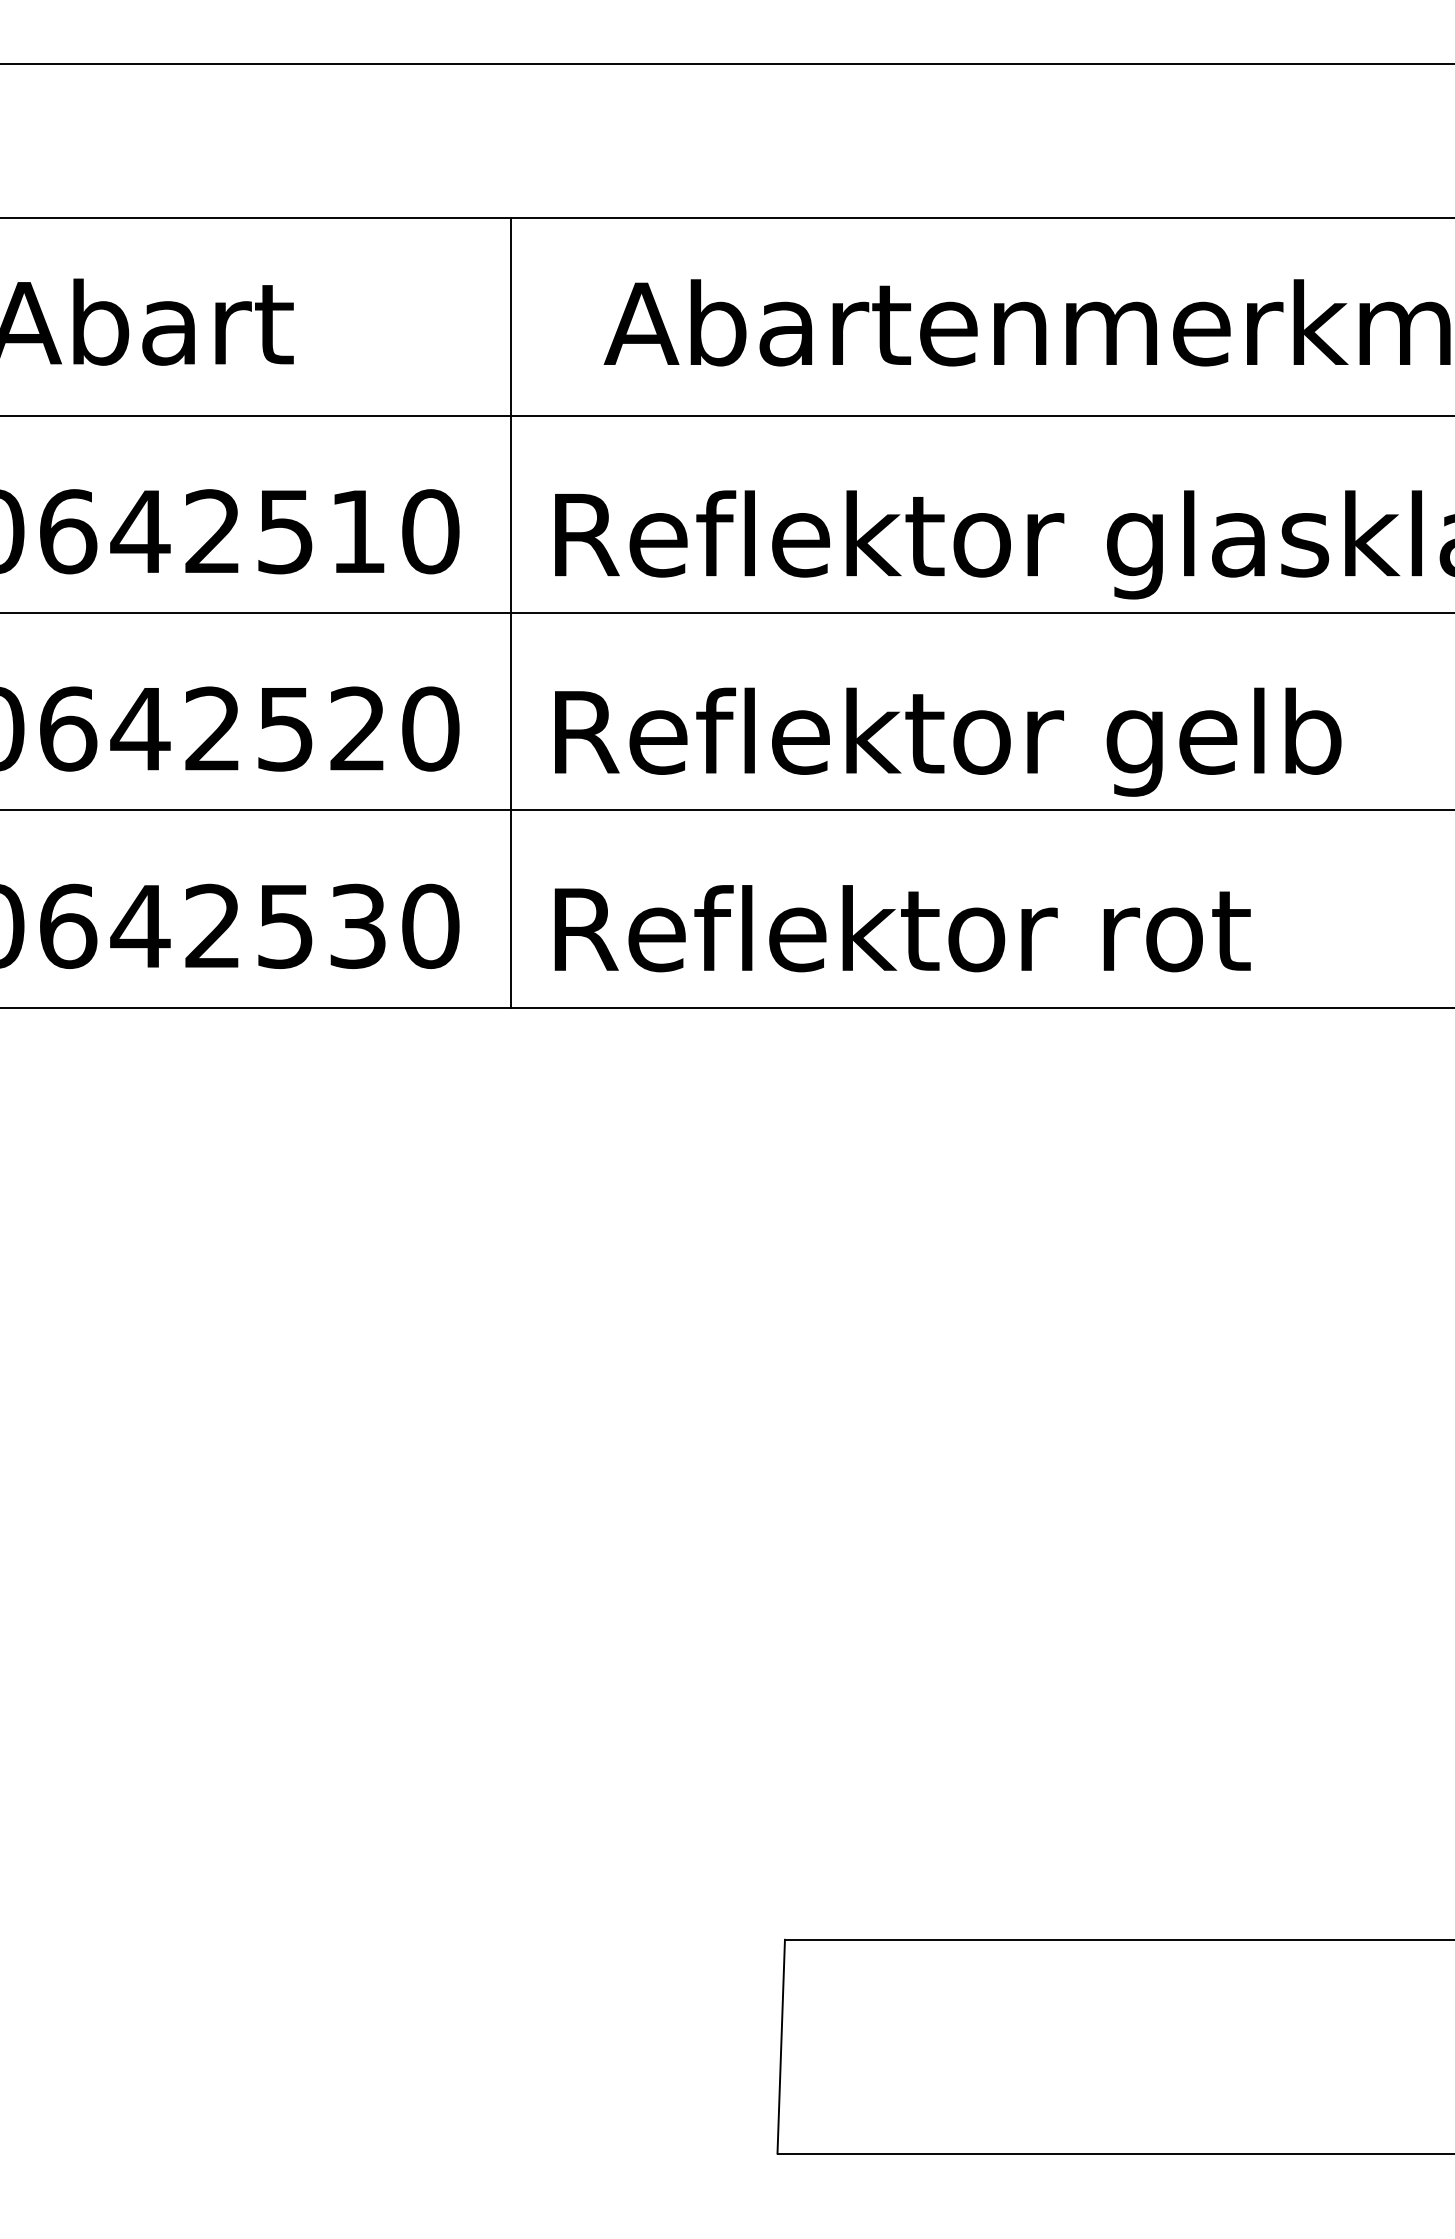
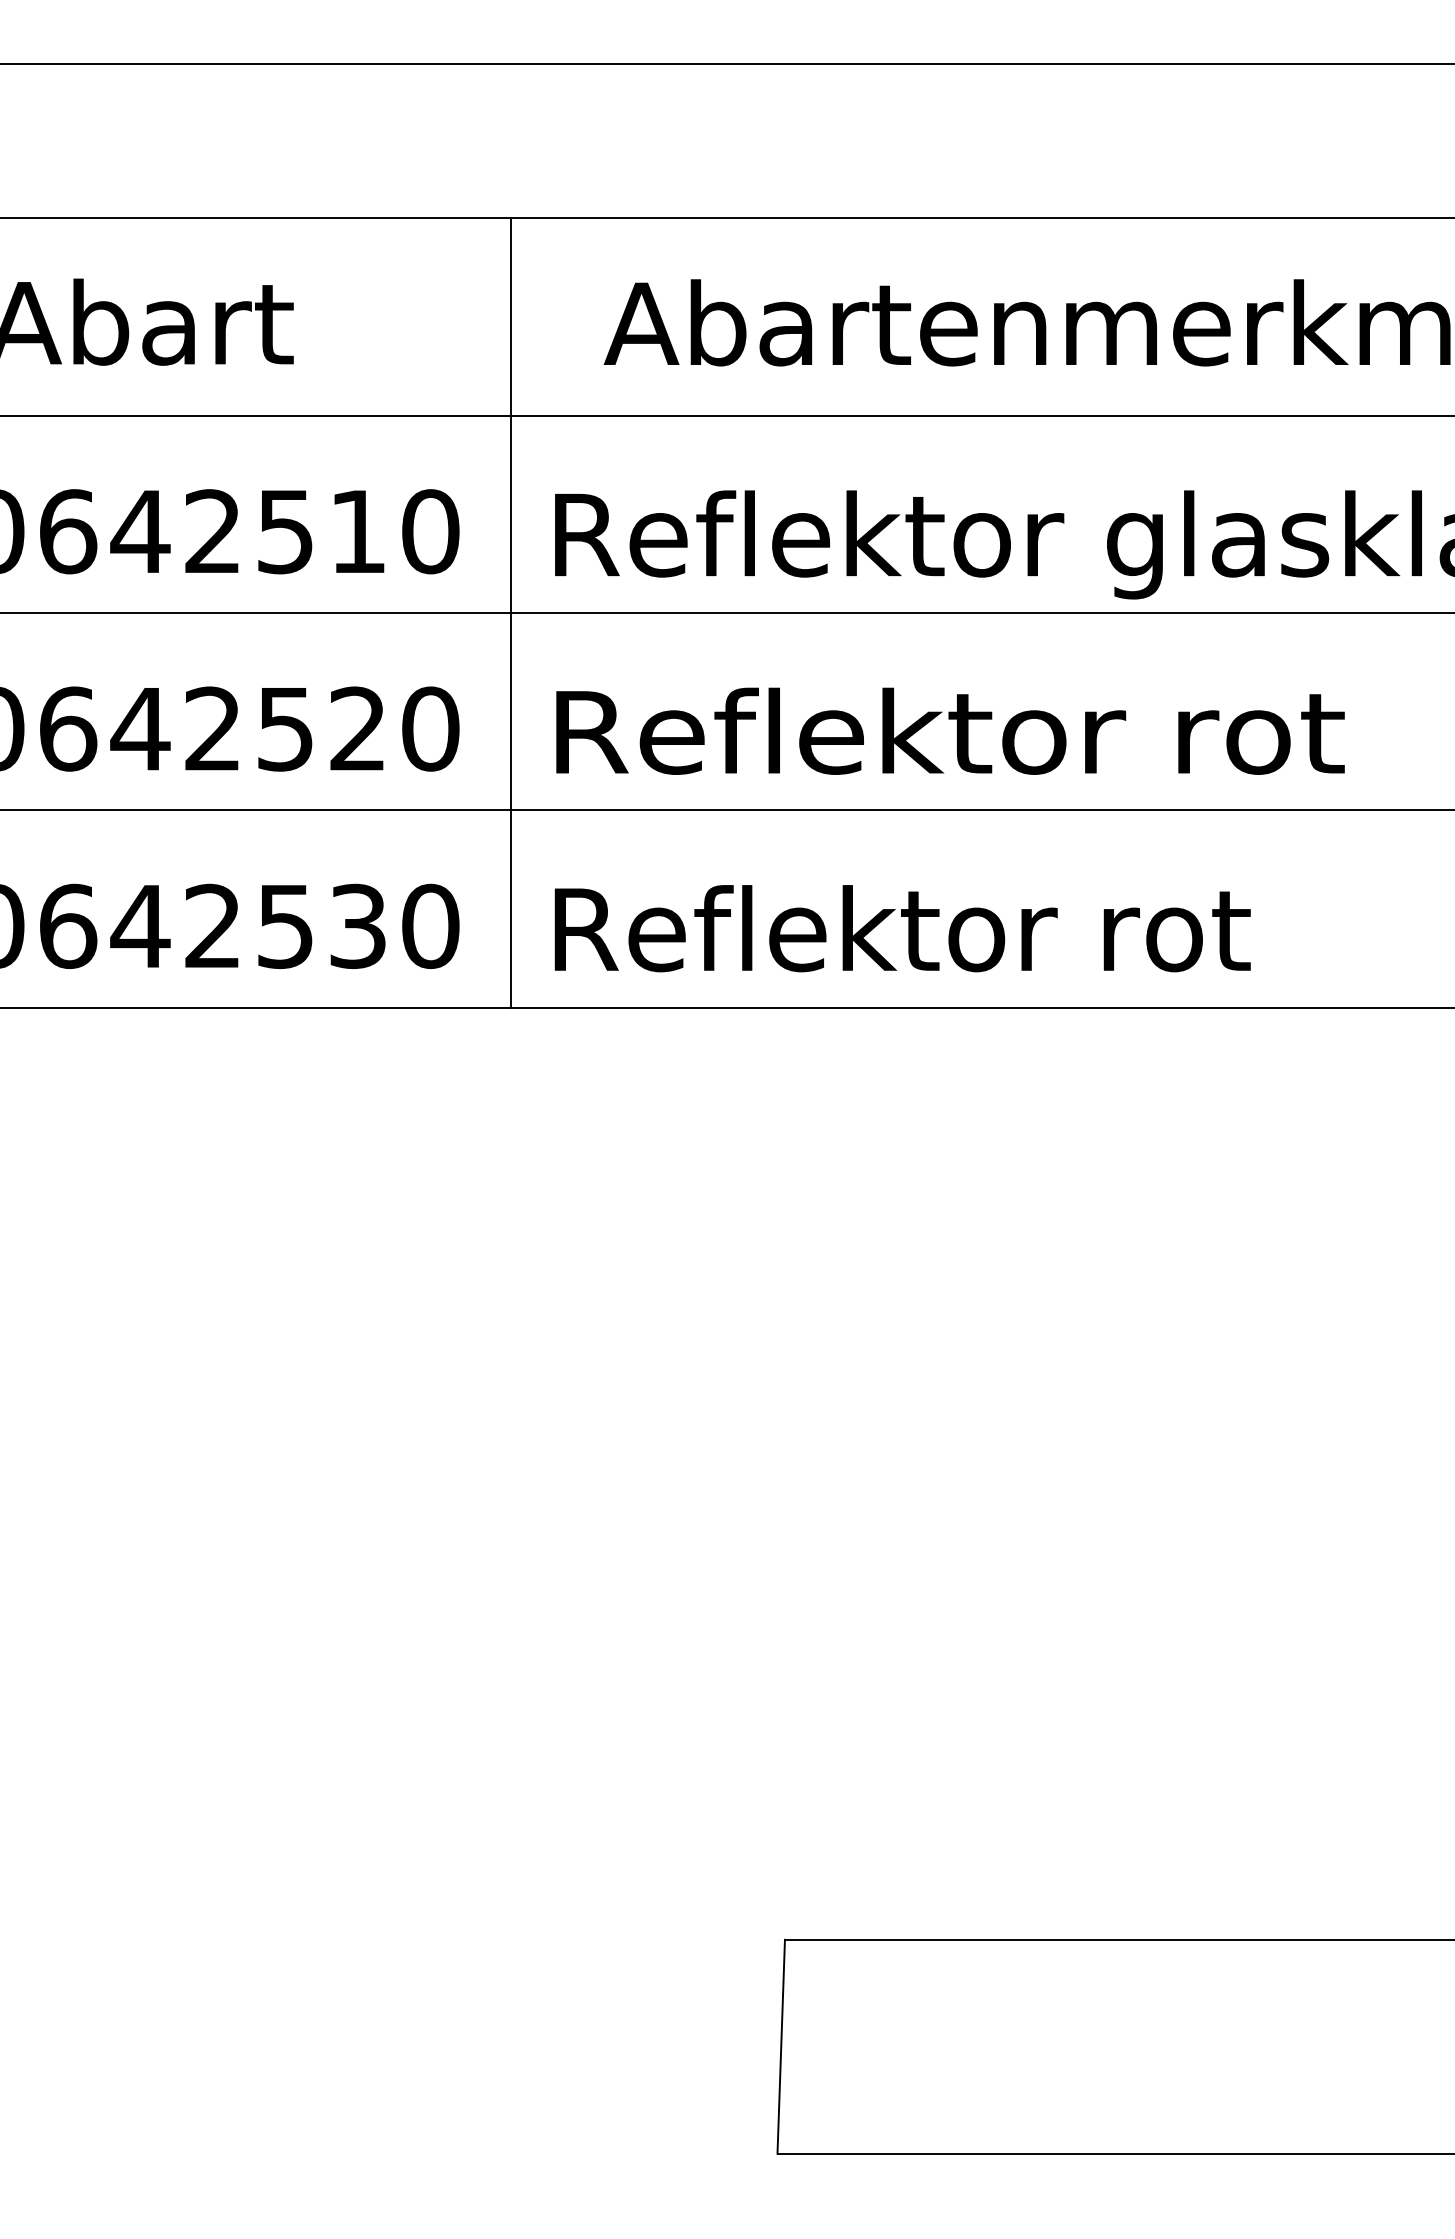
text at (949, 741): Reflektor gelb -> Reflektor rot
